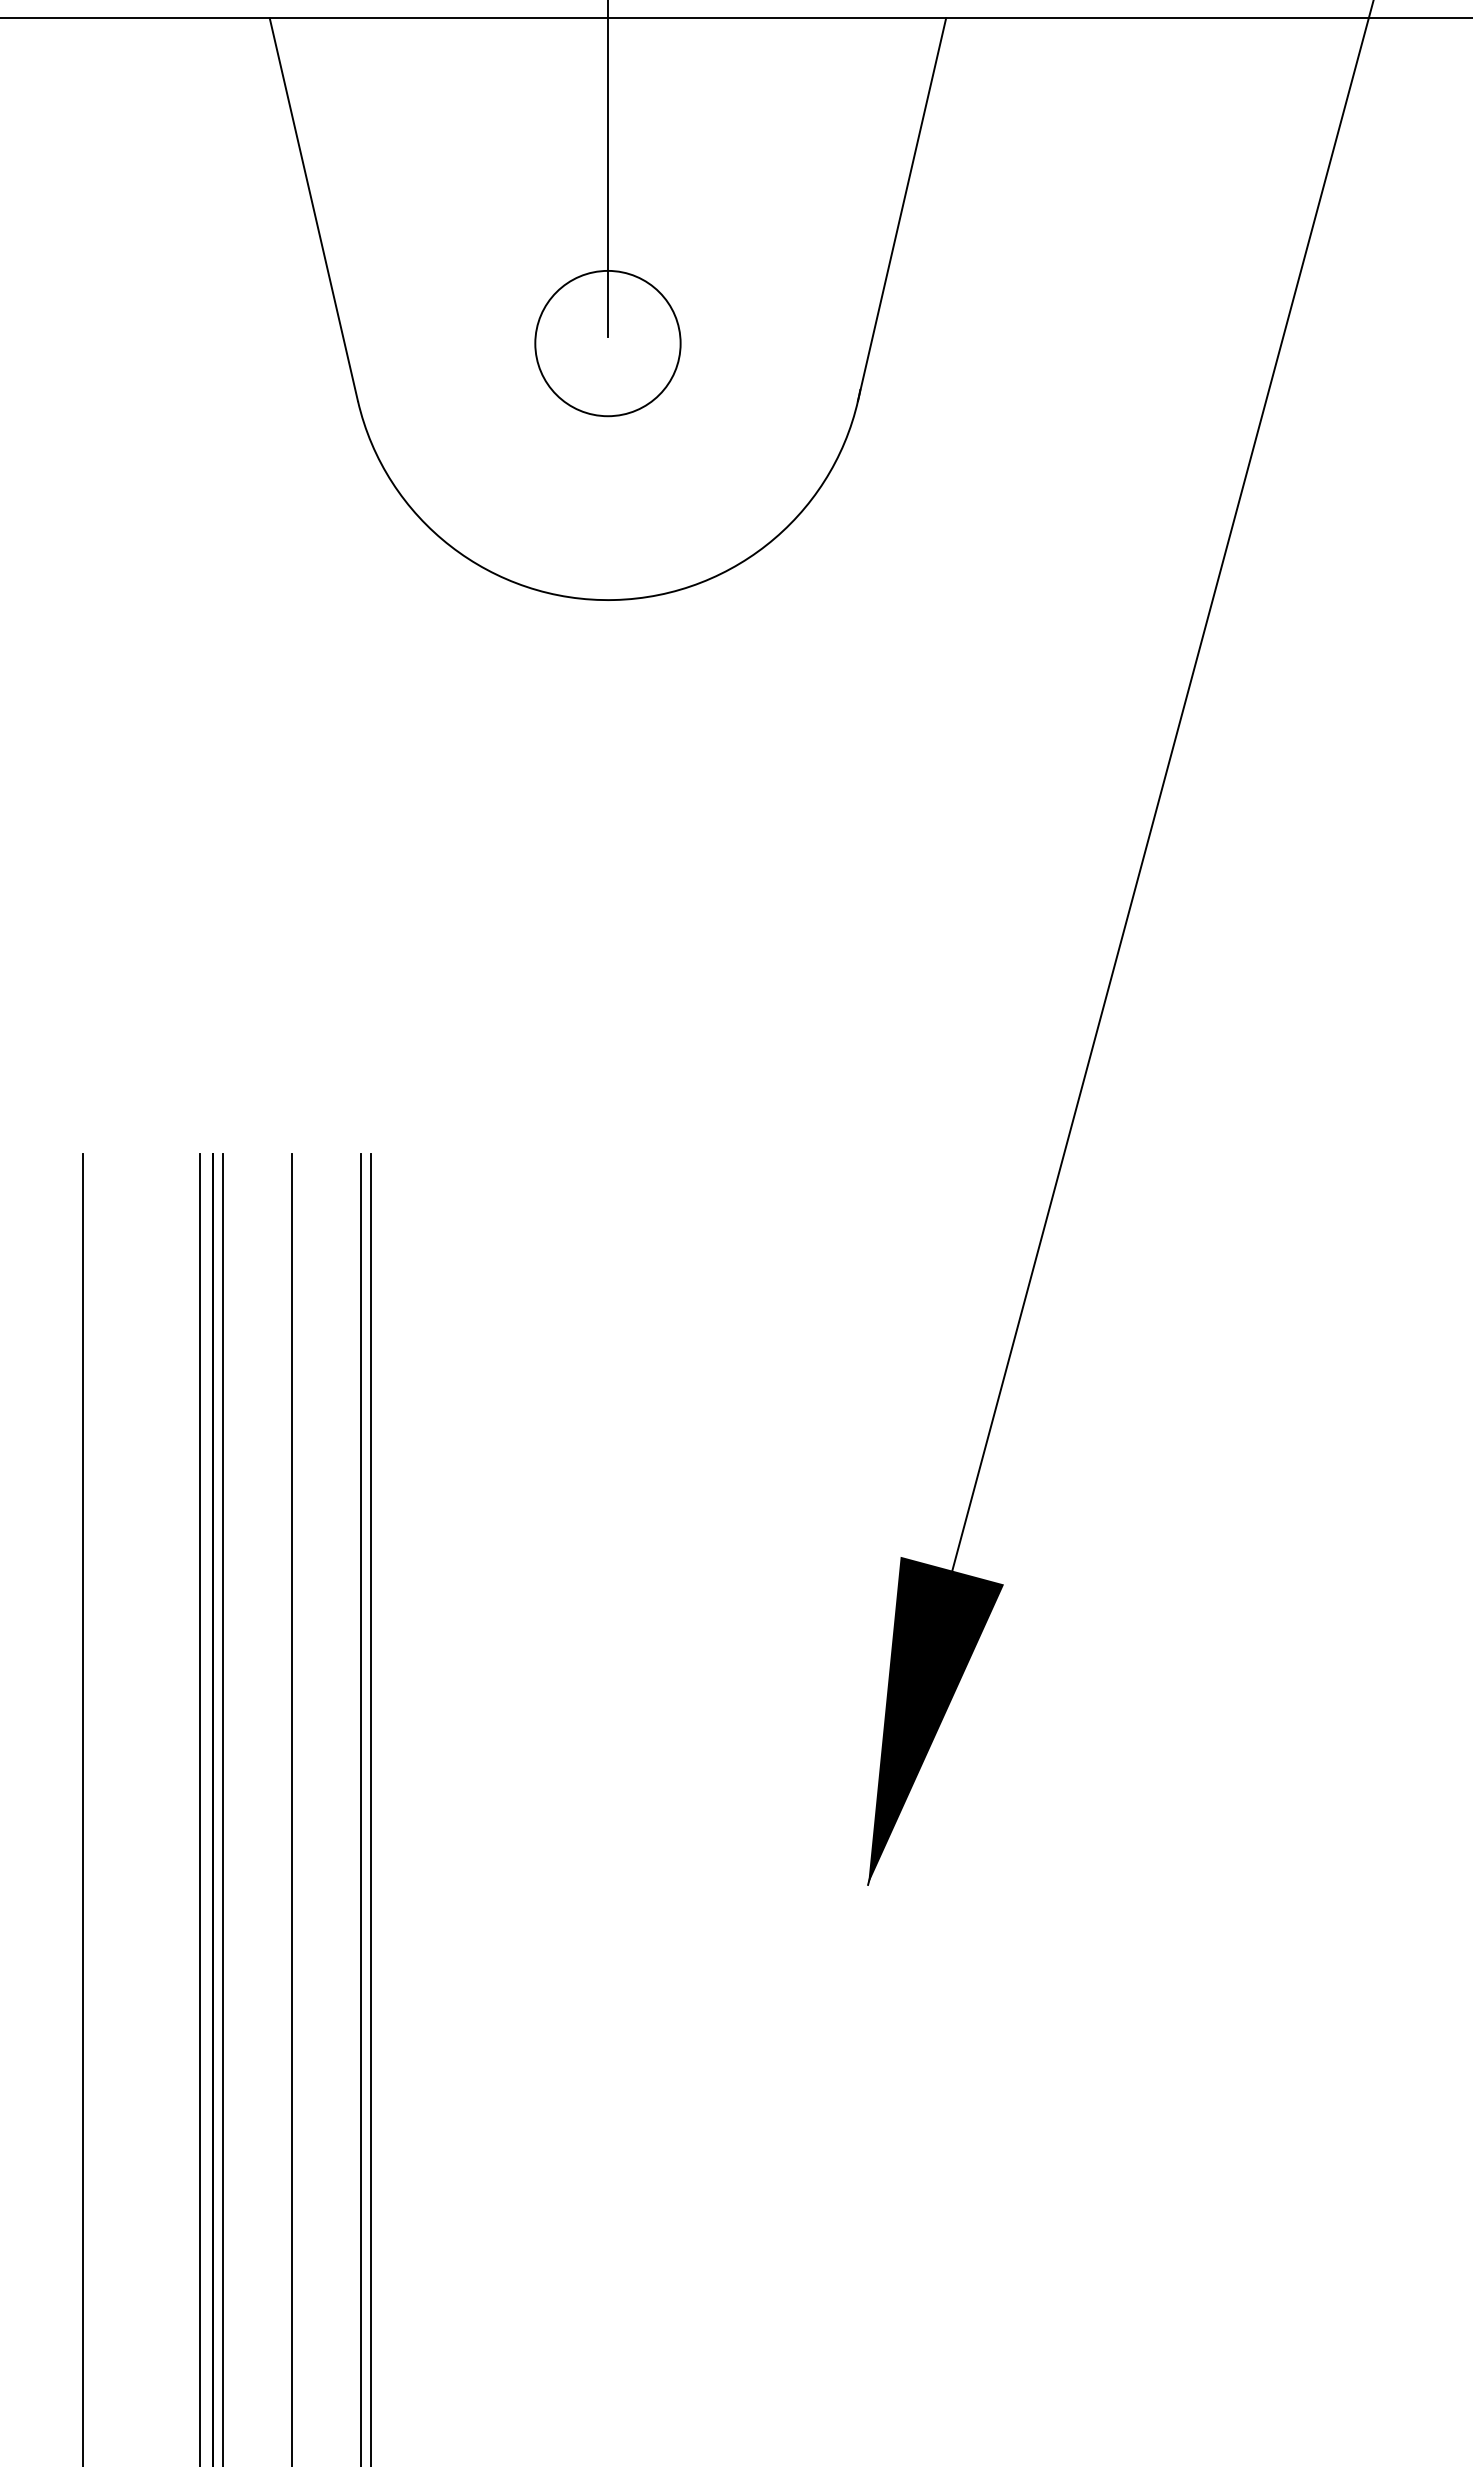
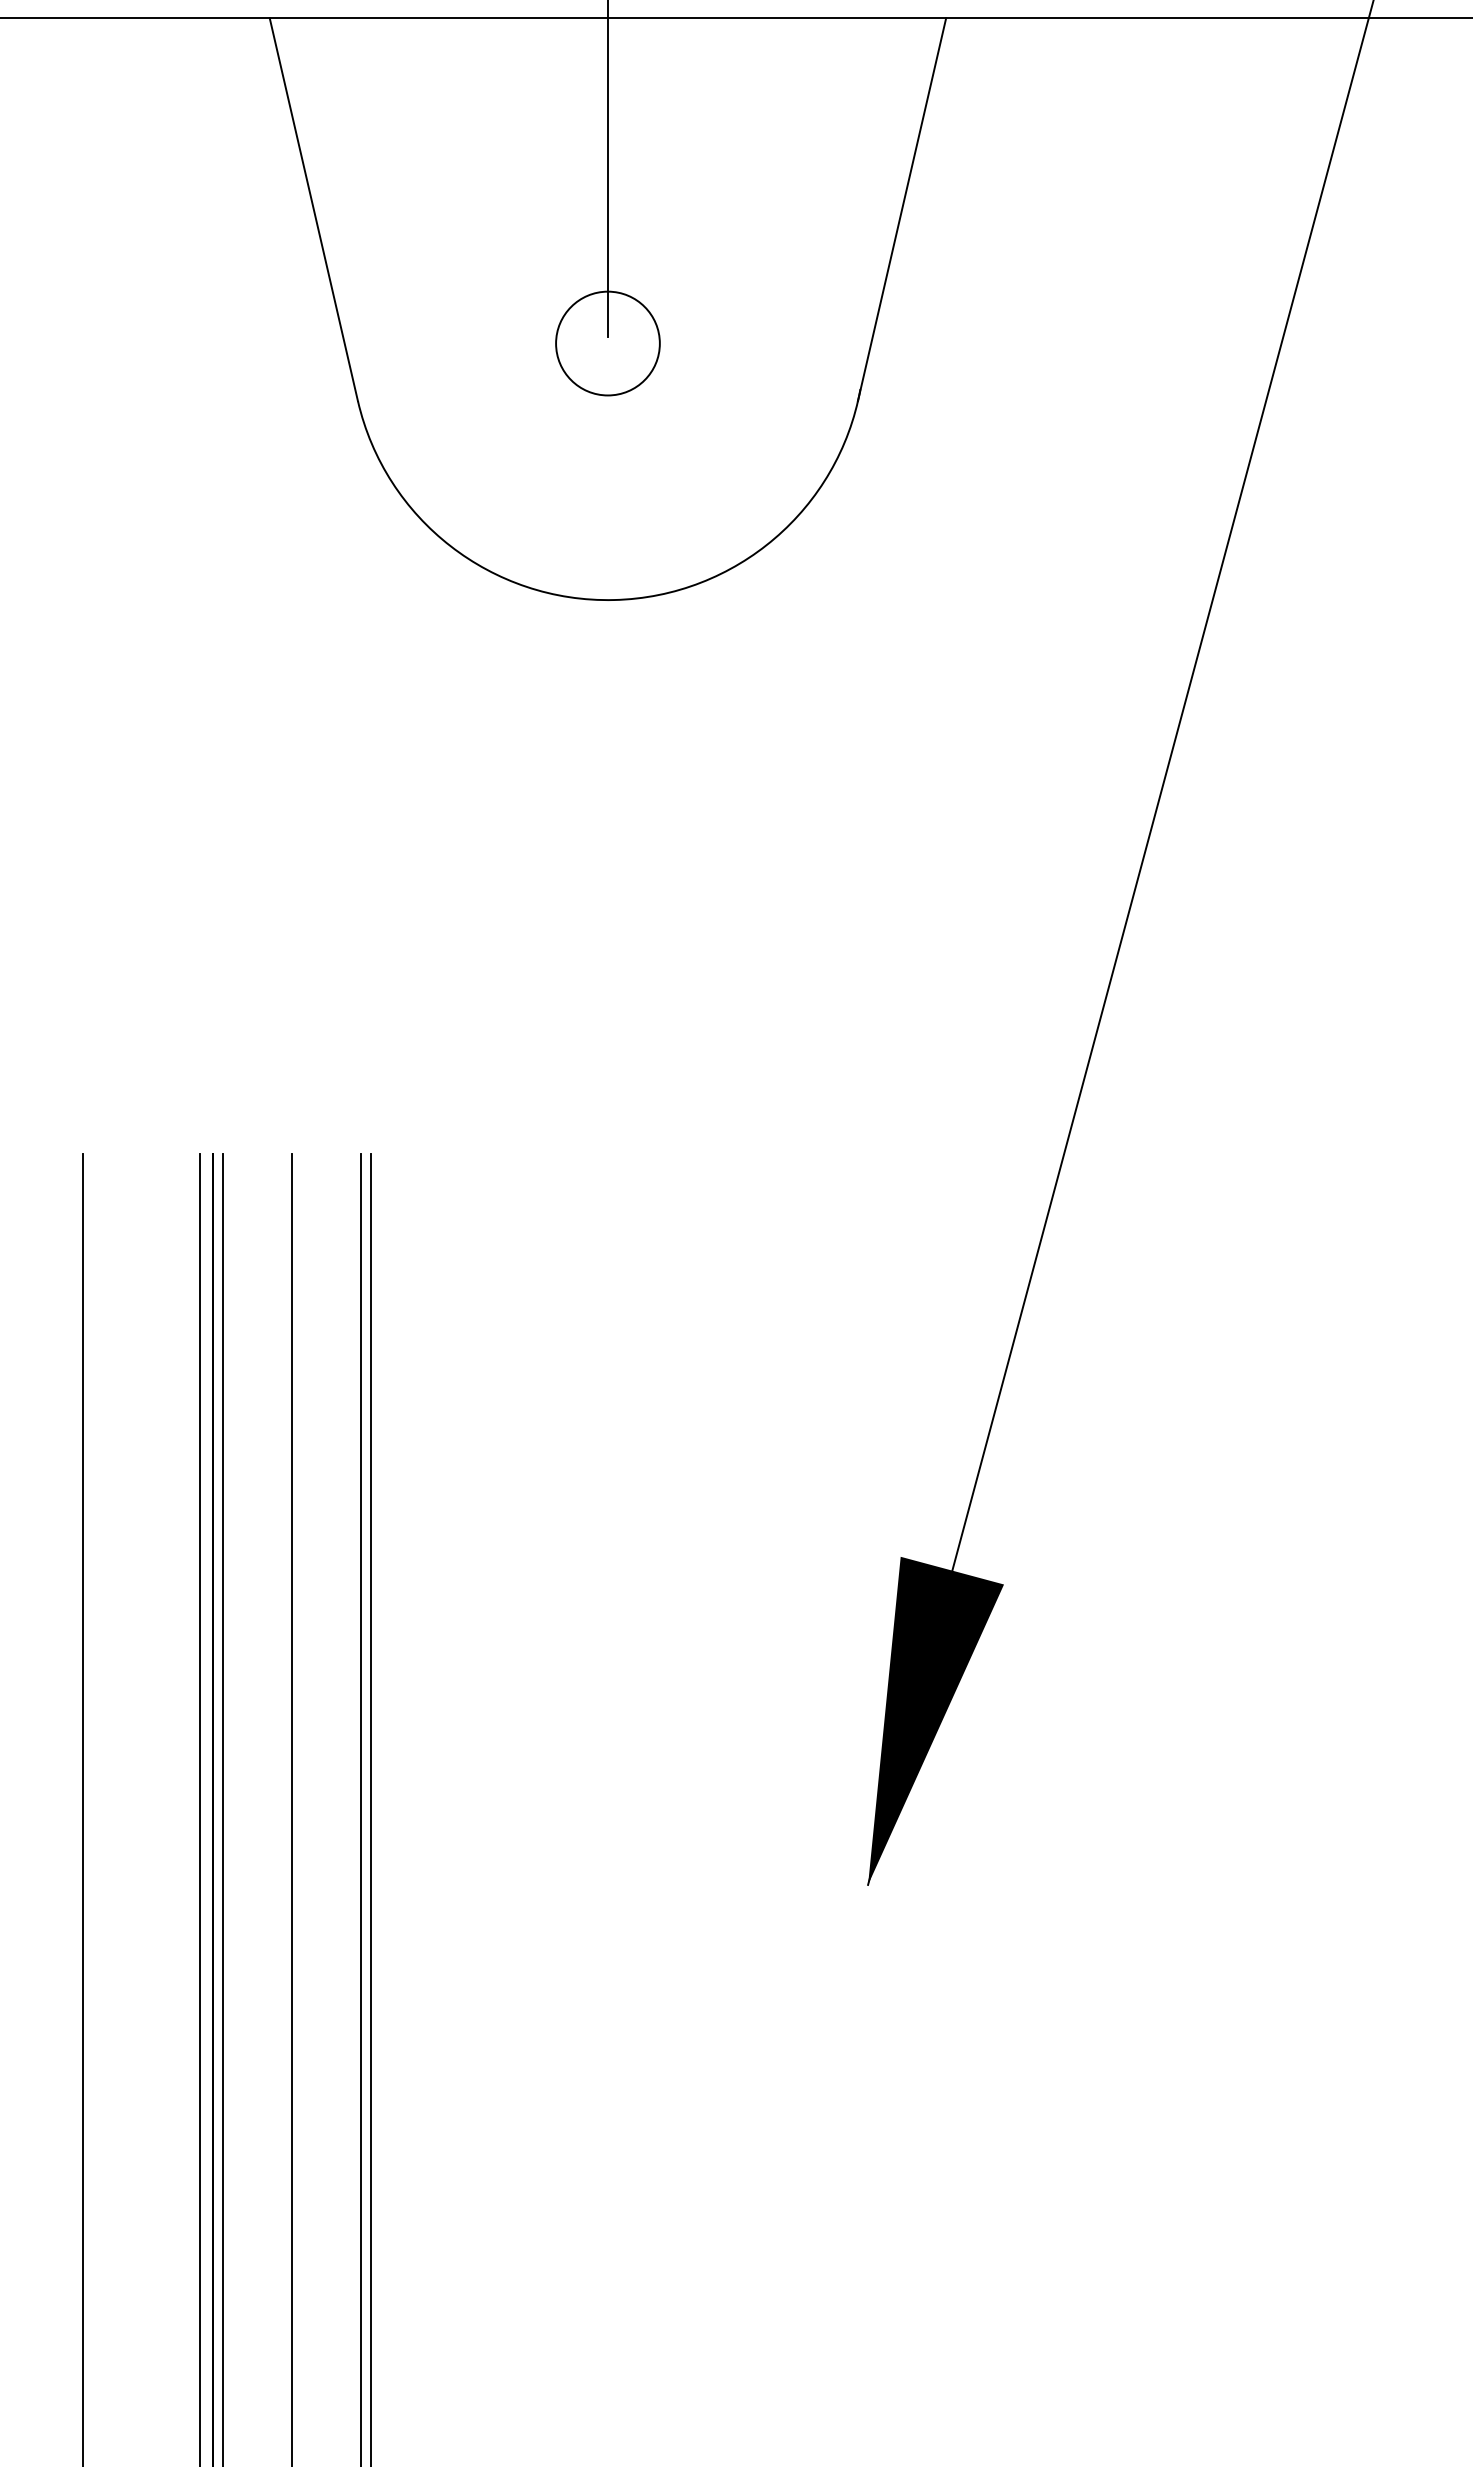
circle at (607, 343) diameter: 145 px -> 104 px
